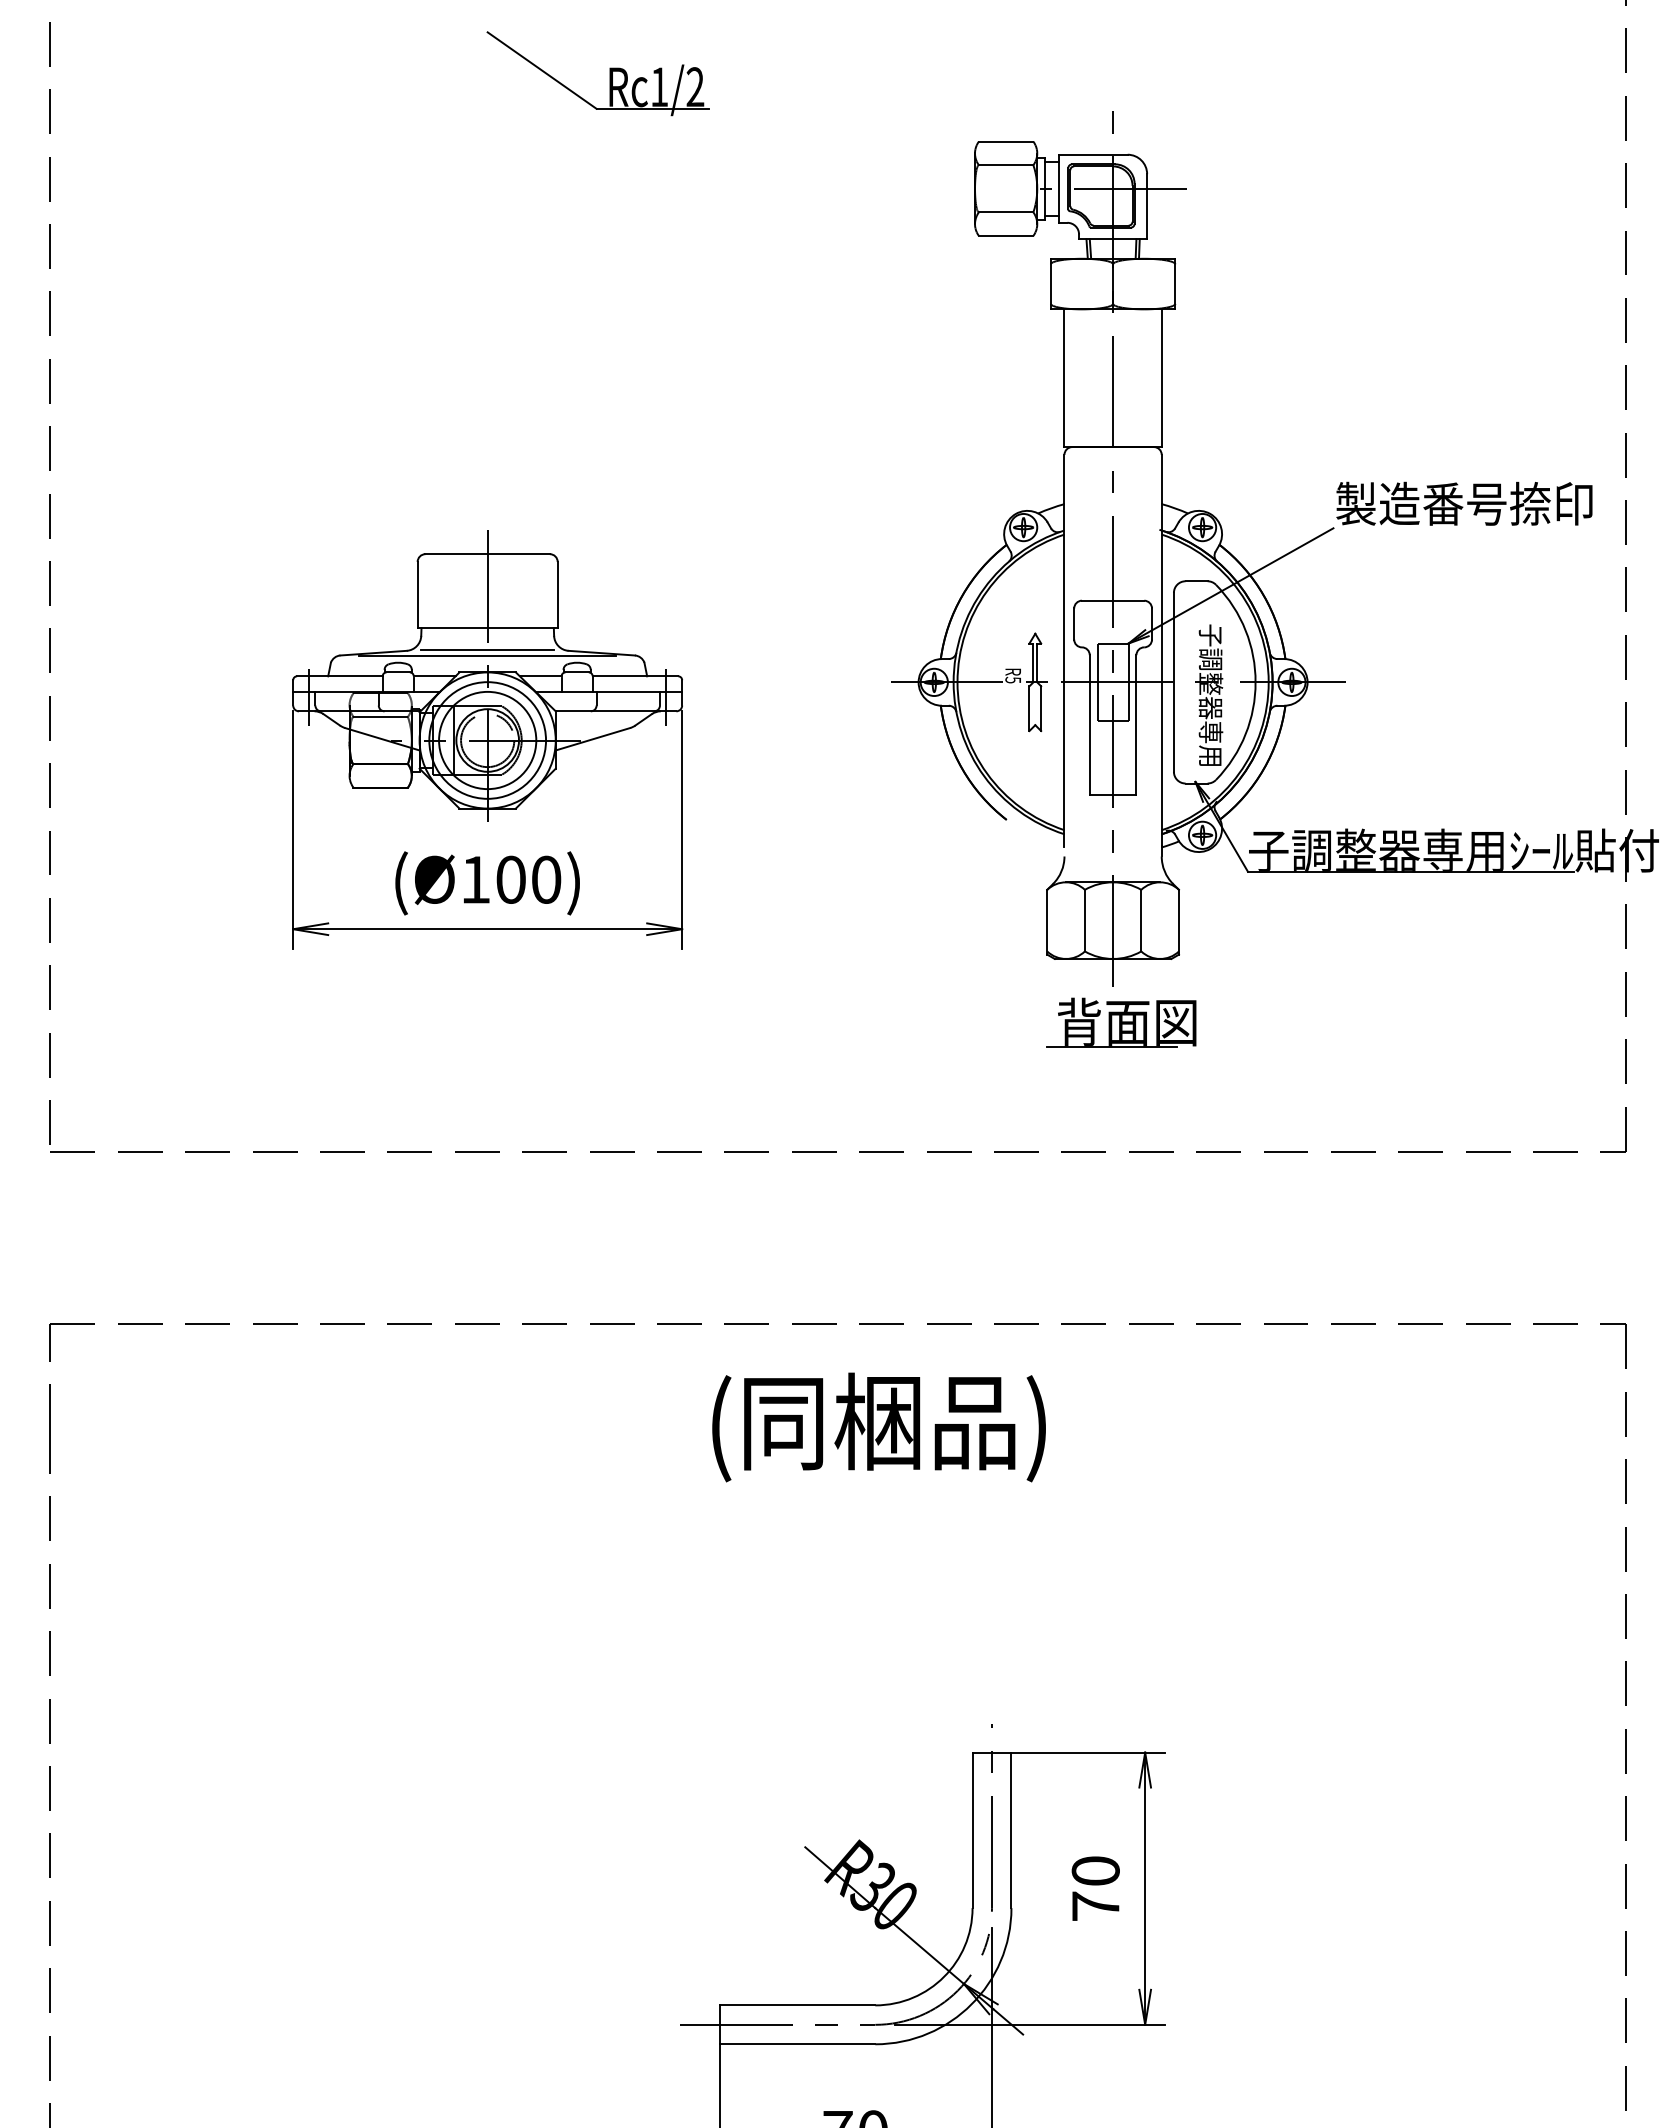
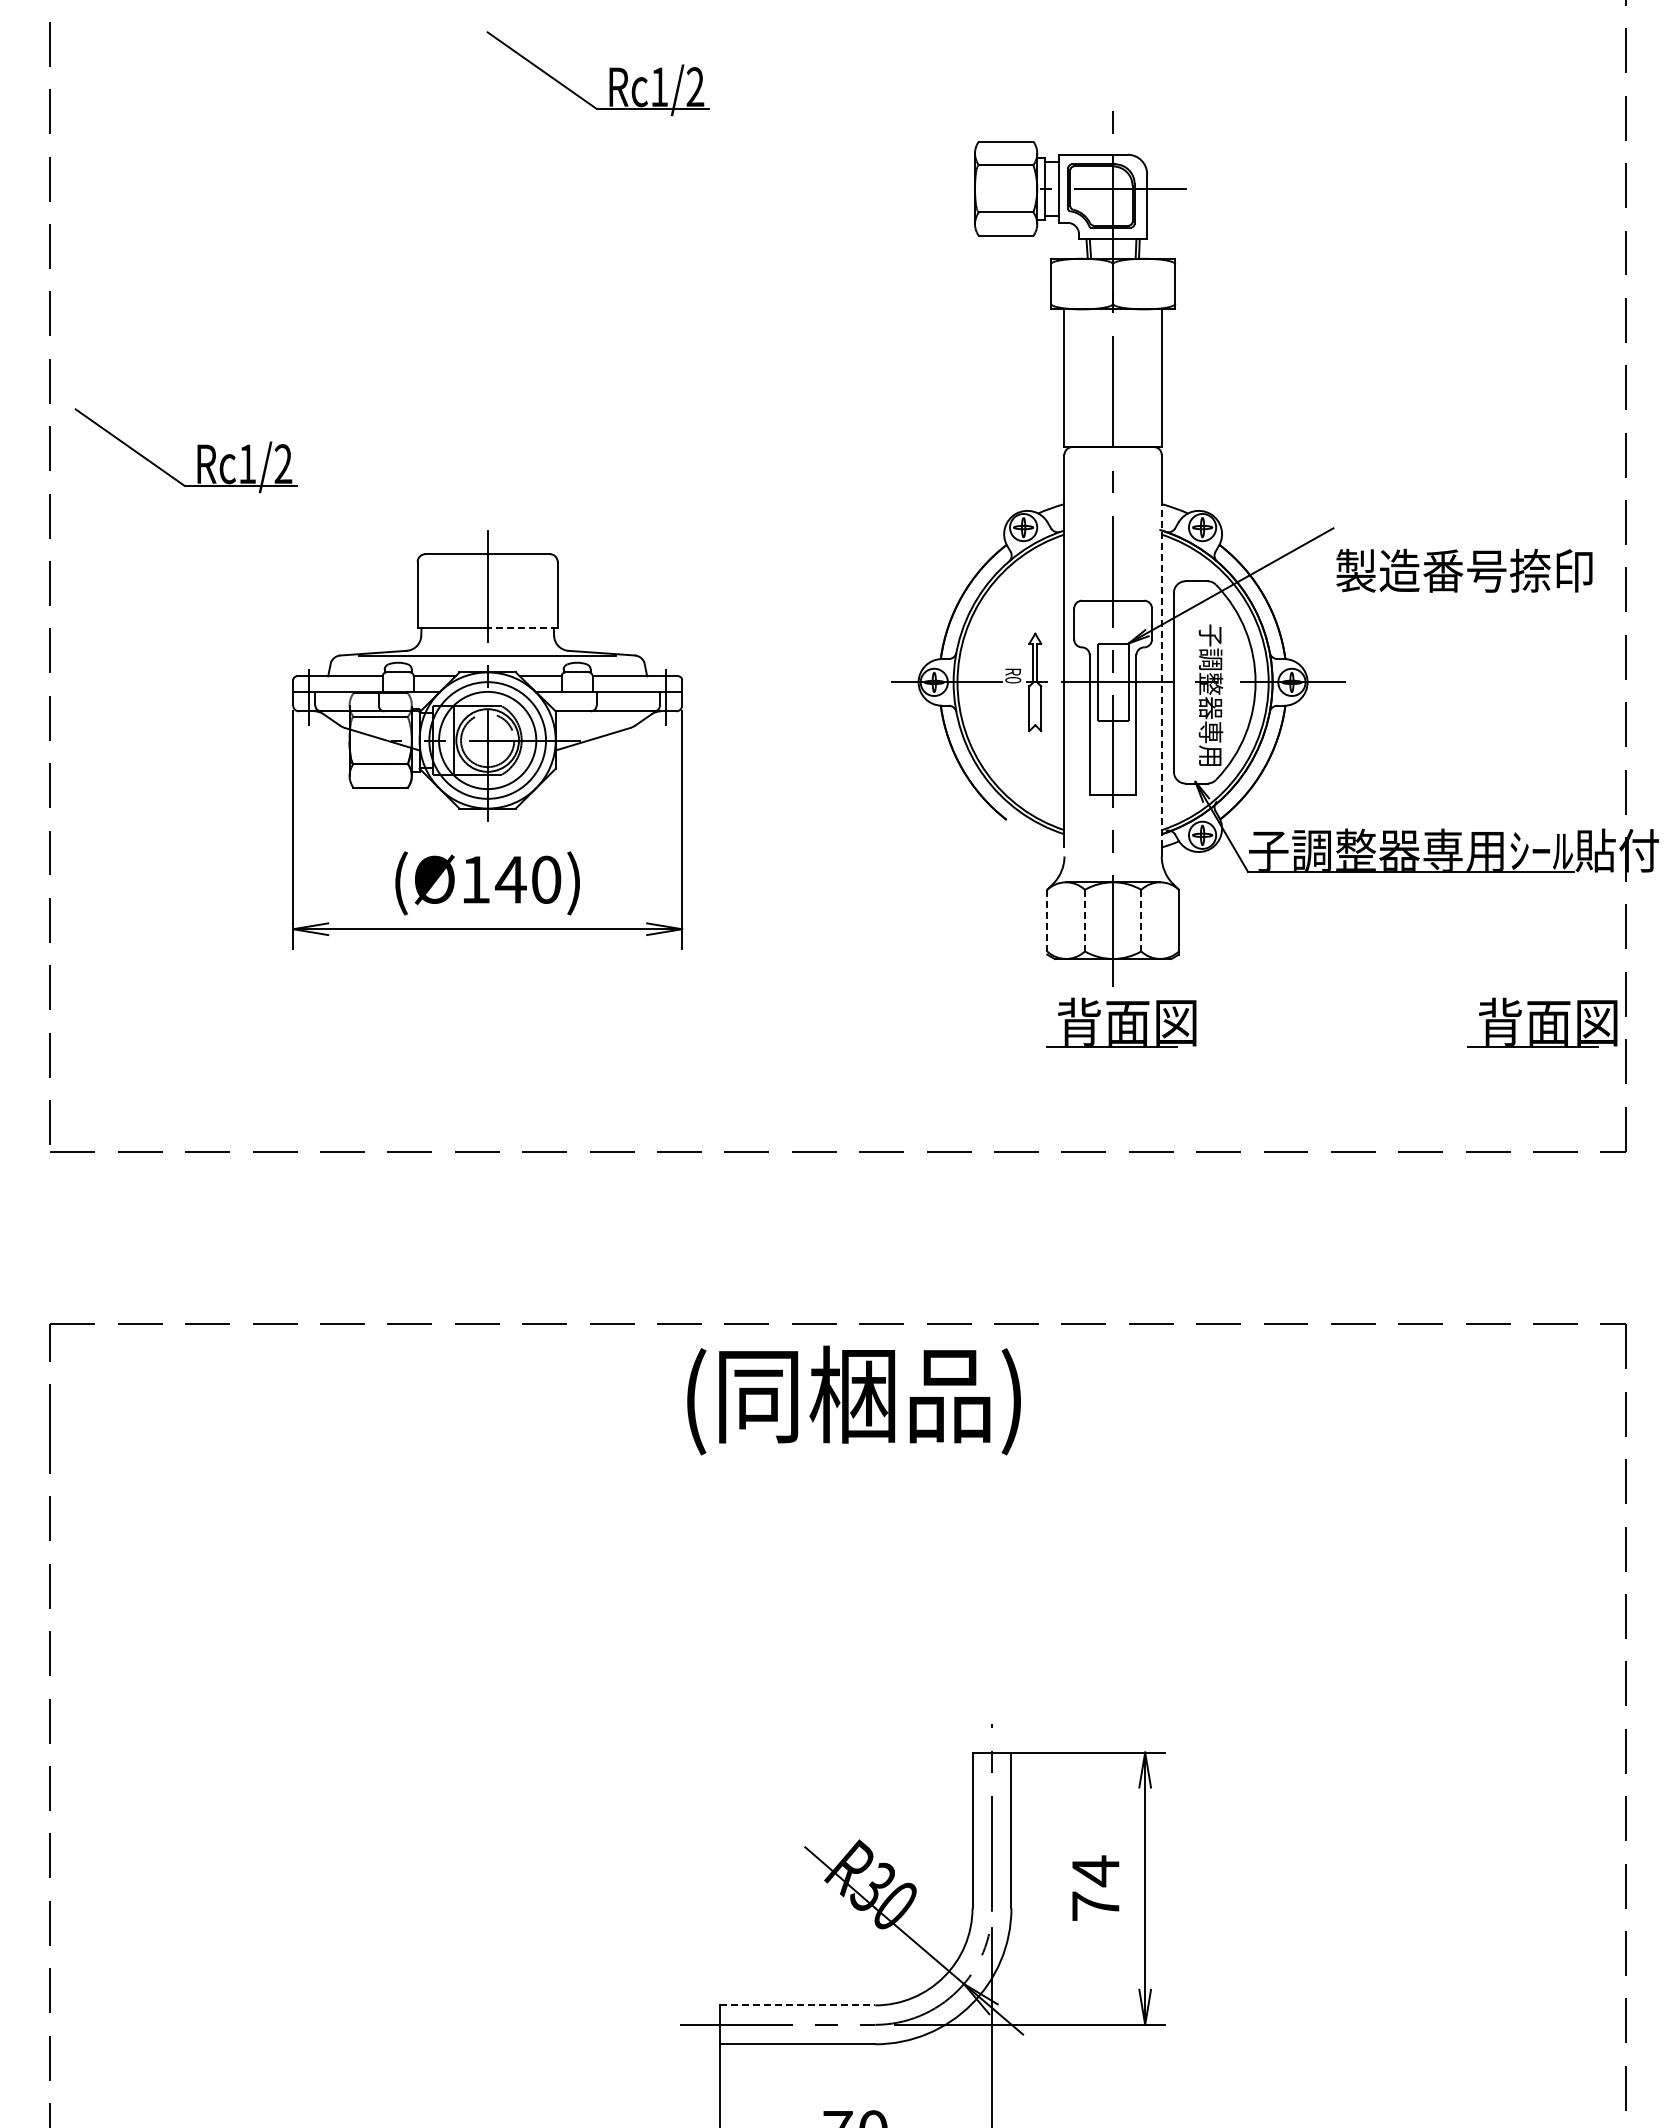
part at (197, 450): none -> present
text at (1464, 503) position: (1464, 503) -> (1464, 570)
line at (522, 628): solid -> dashed
line at (487, 649): present -> none
line at (1161, 675): solid -> dashed
text at (1013, 679): R5 -> R0
text at (510, 879): (Ø100) -> (Ø140)
line at (1084, 920): solid -> dashed
line at (1141, 920): solid -> dashed
line at (1047, 922): solid -> dashed
part at (1542, 1022): none -> present
text at (878, 1427) position: (878, 1427) -> (853, 1400)
text at (1095, 1871): 70 -> 74
line at (797, 2005): solid -> dashed
